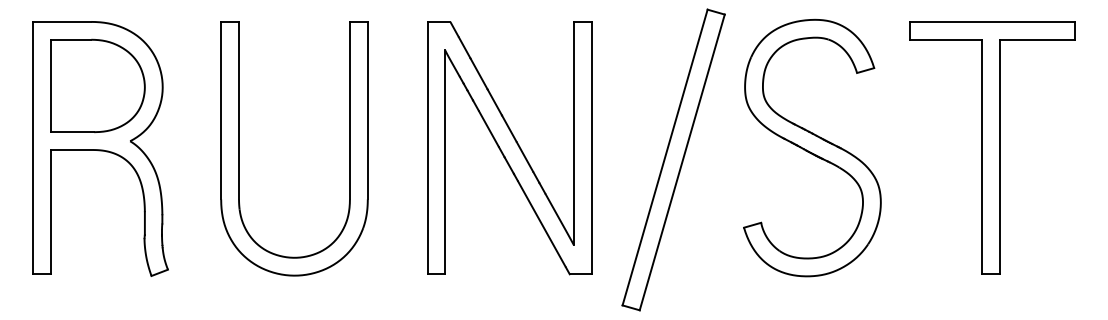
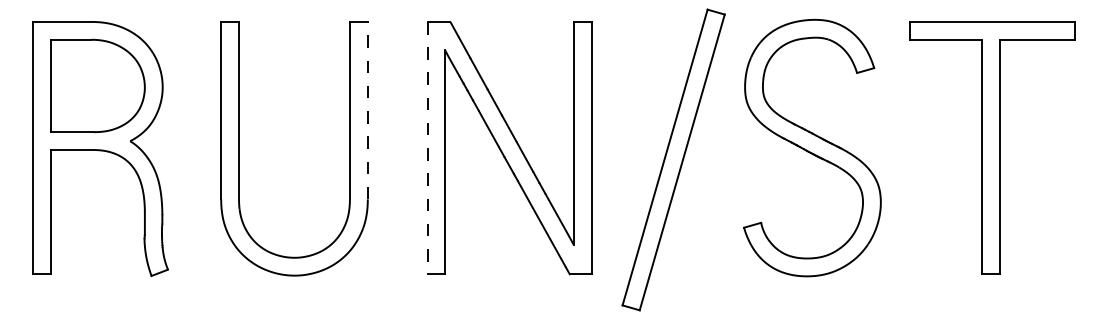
line at (367, 110): solid -> dashed
line at (427, 148): solid -> dashed
